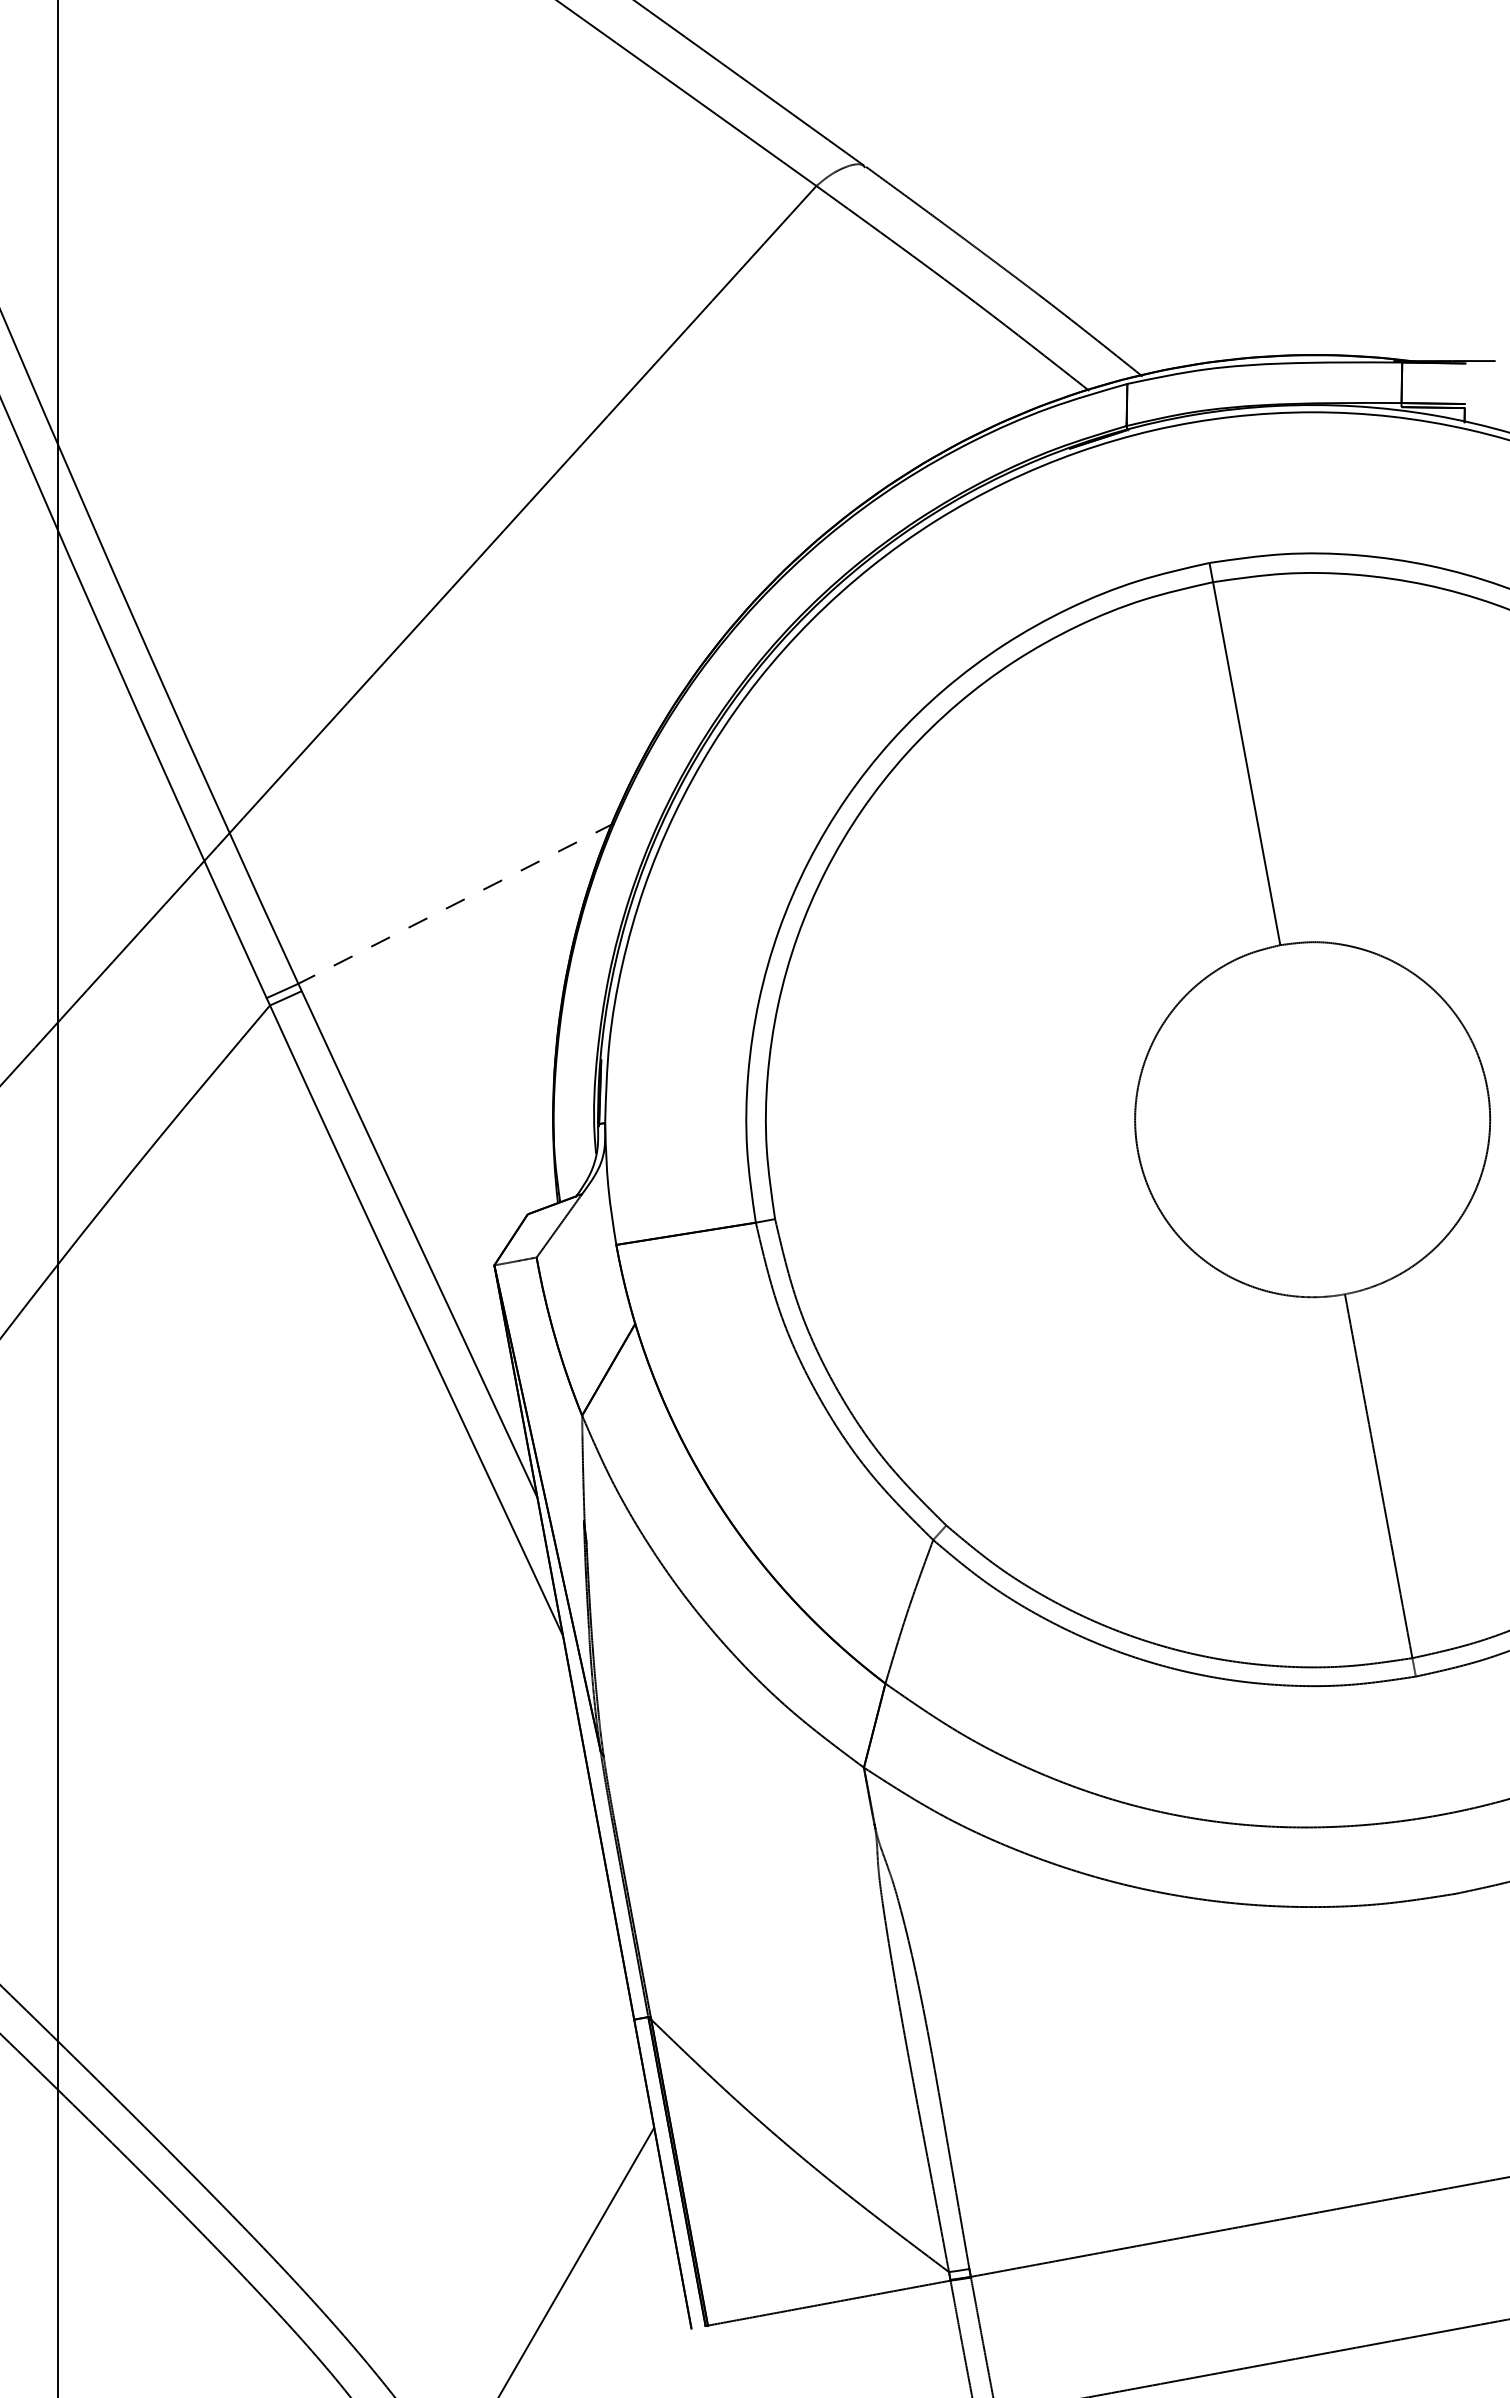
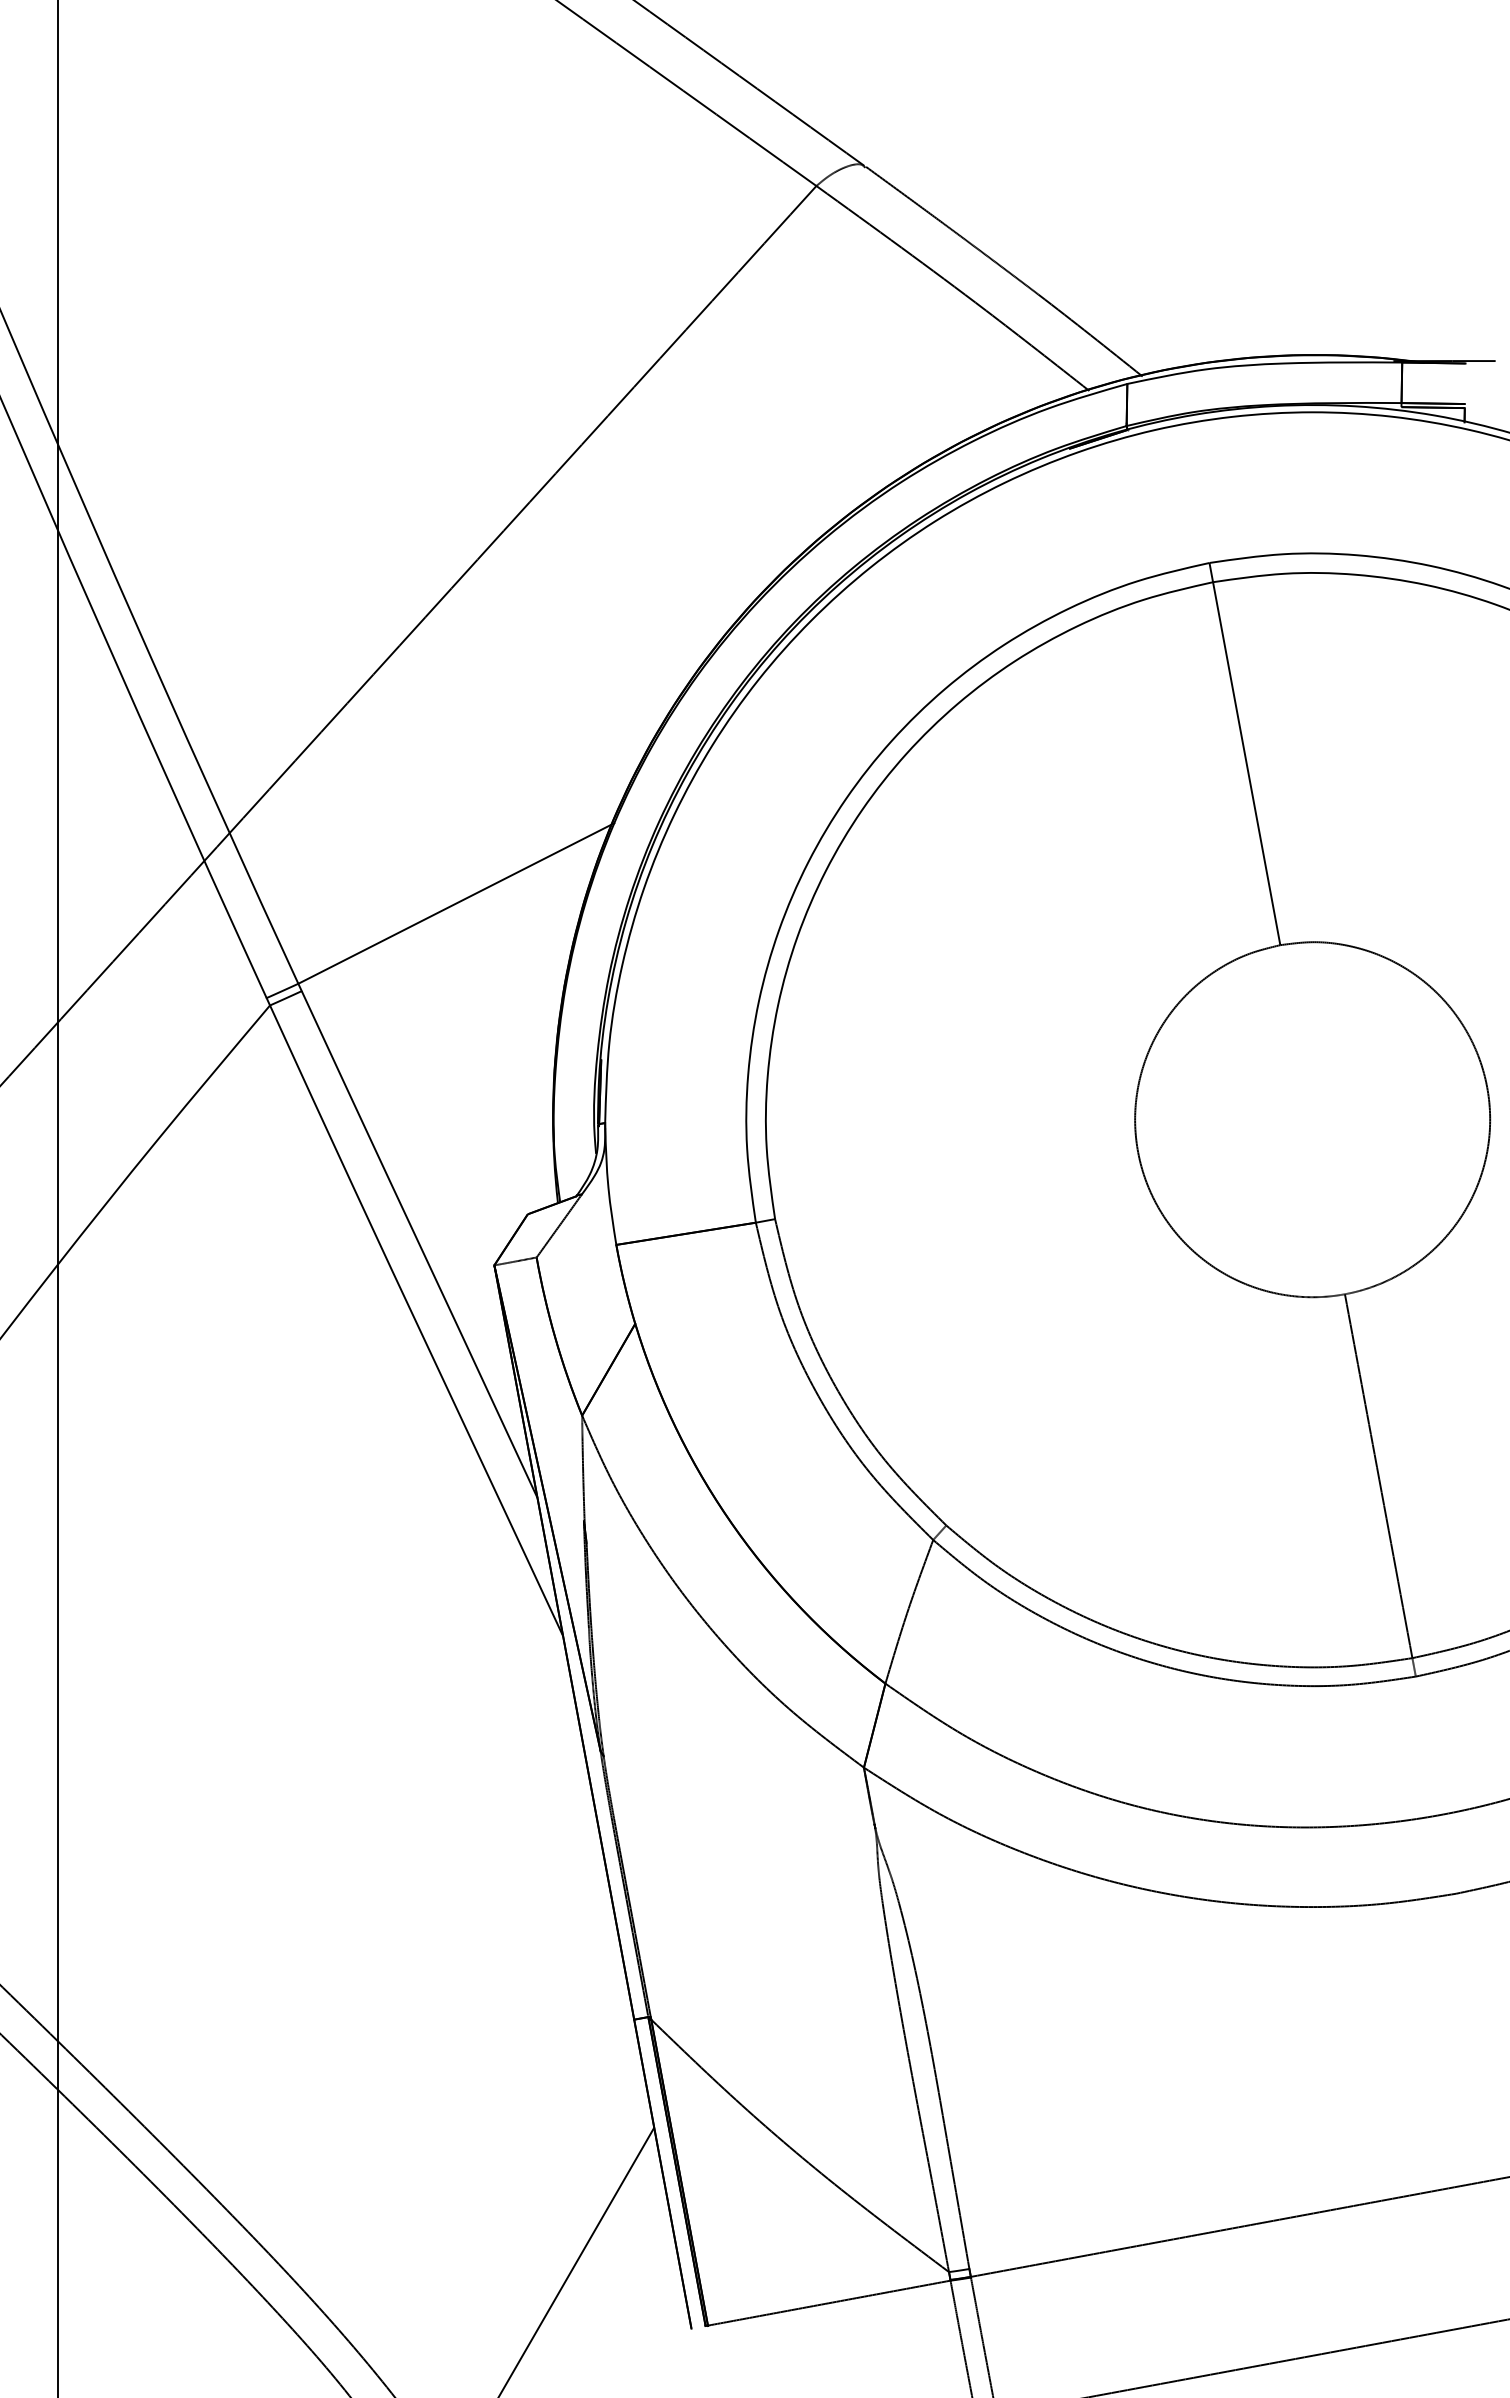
line at (455, 903): dashed -> solid
